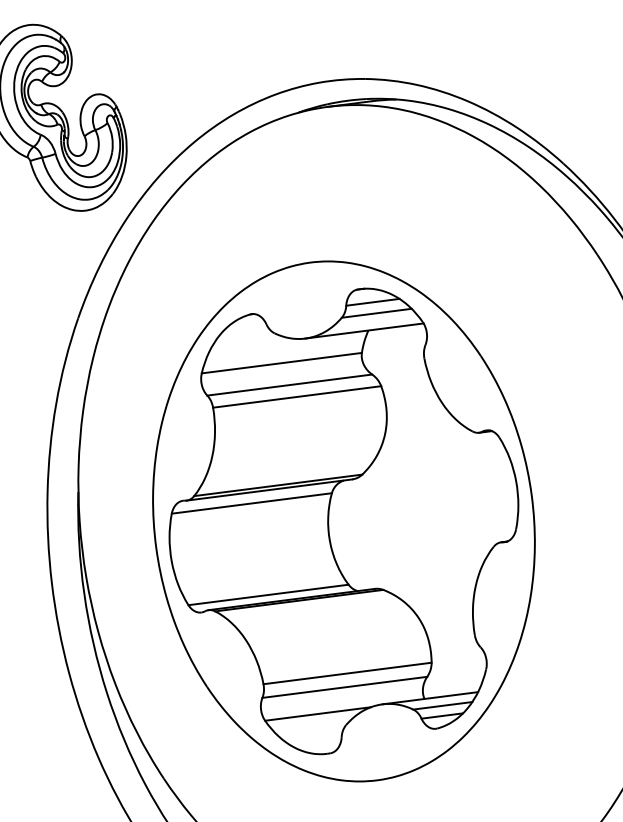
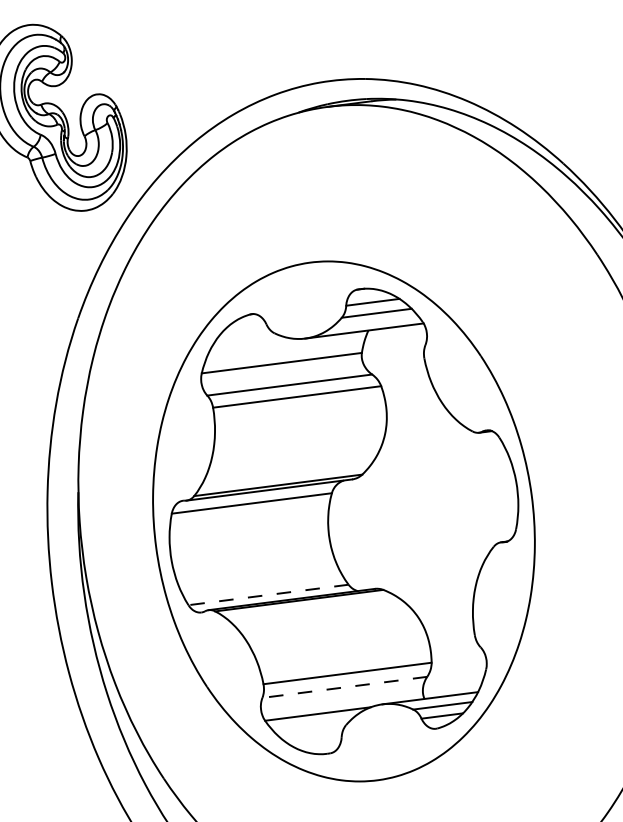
line at (268, 594): solid -> dashed
line at (344, 687): solid -> dashed
